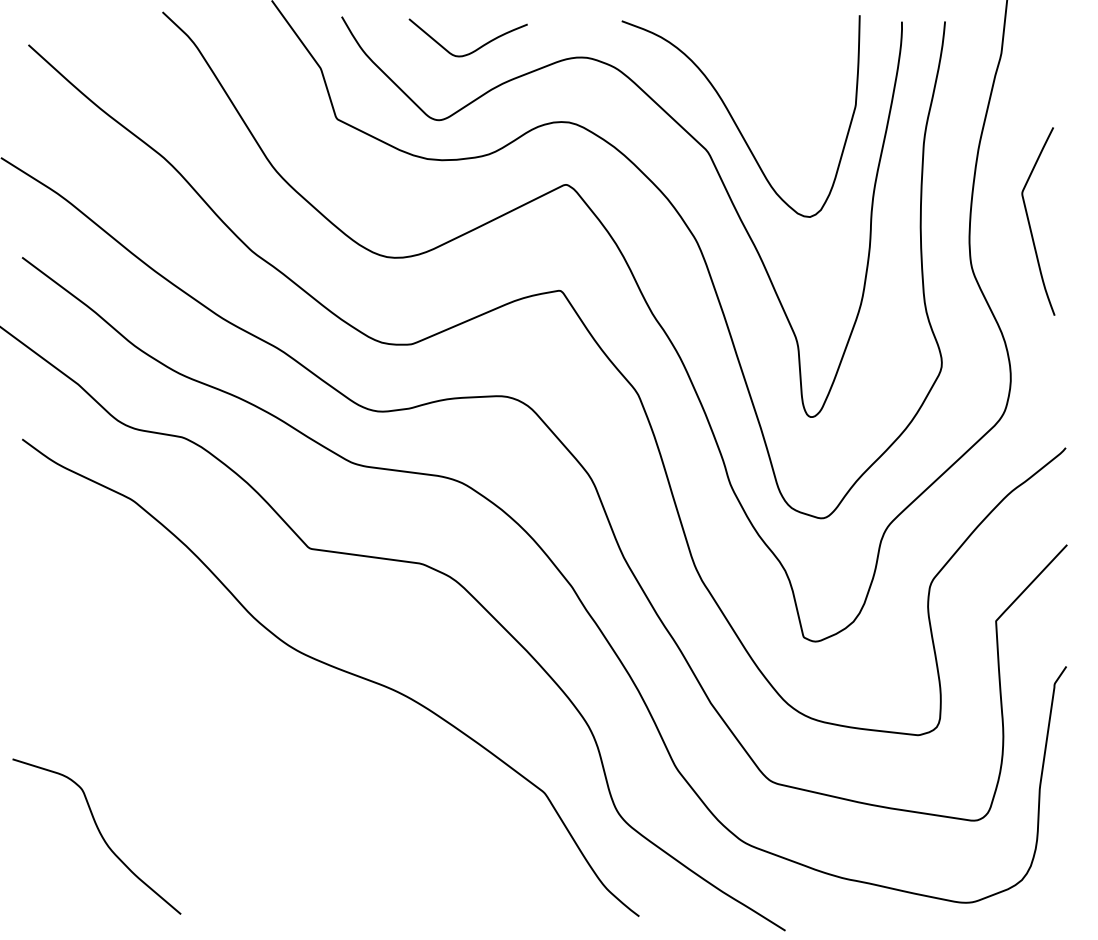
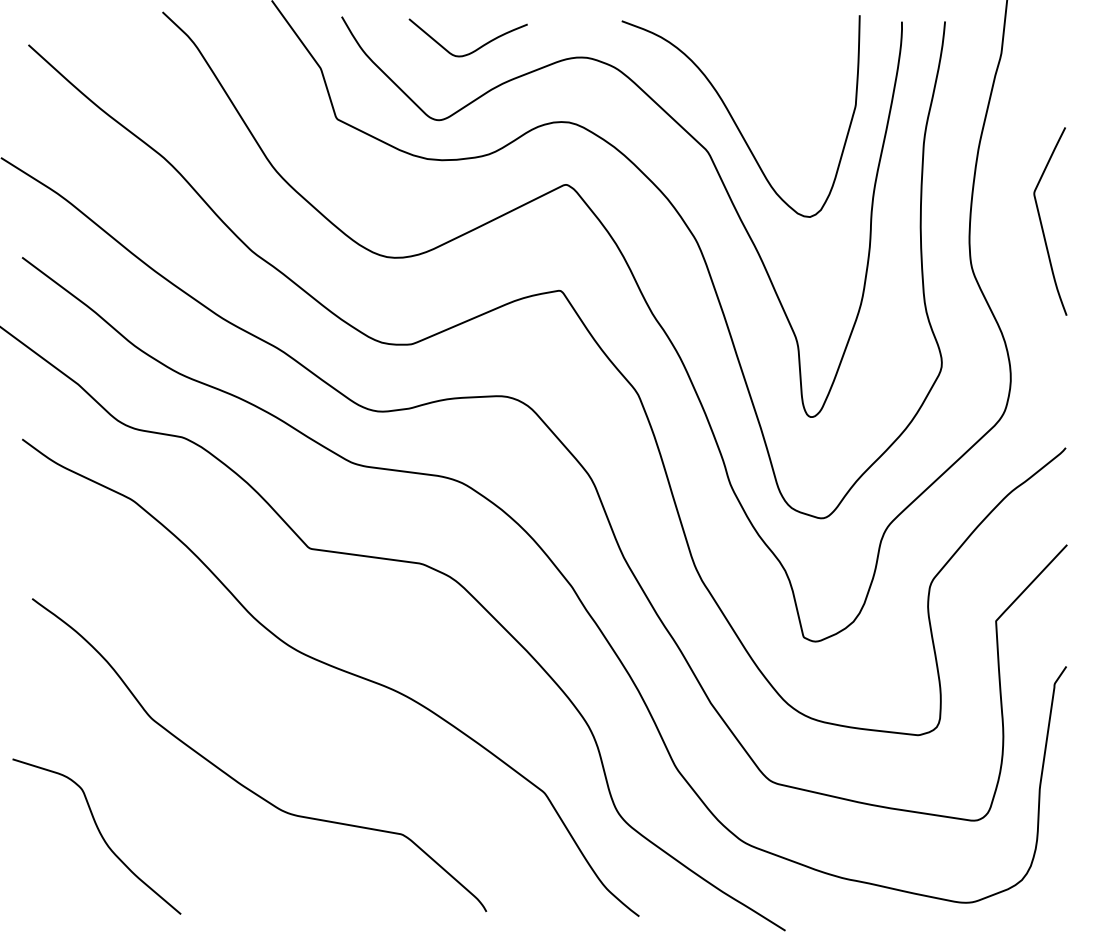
curve at (1030, 224) position: (1030, 224) -> (1042, 224)
curve at (237, 780): none -> present
